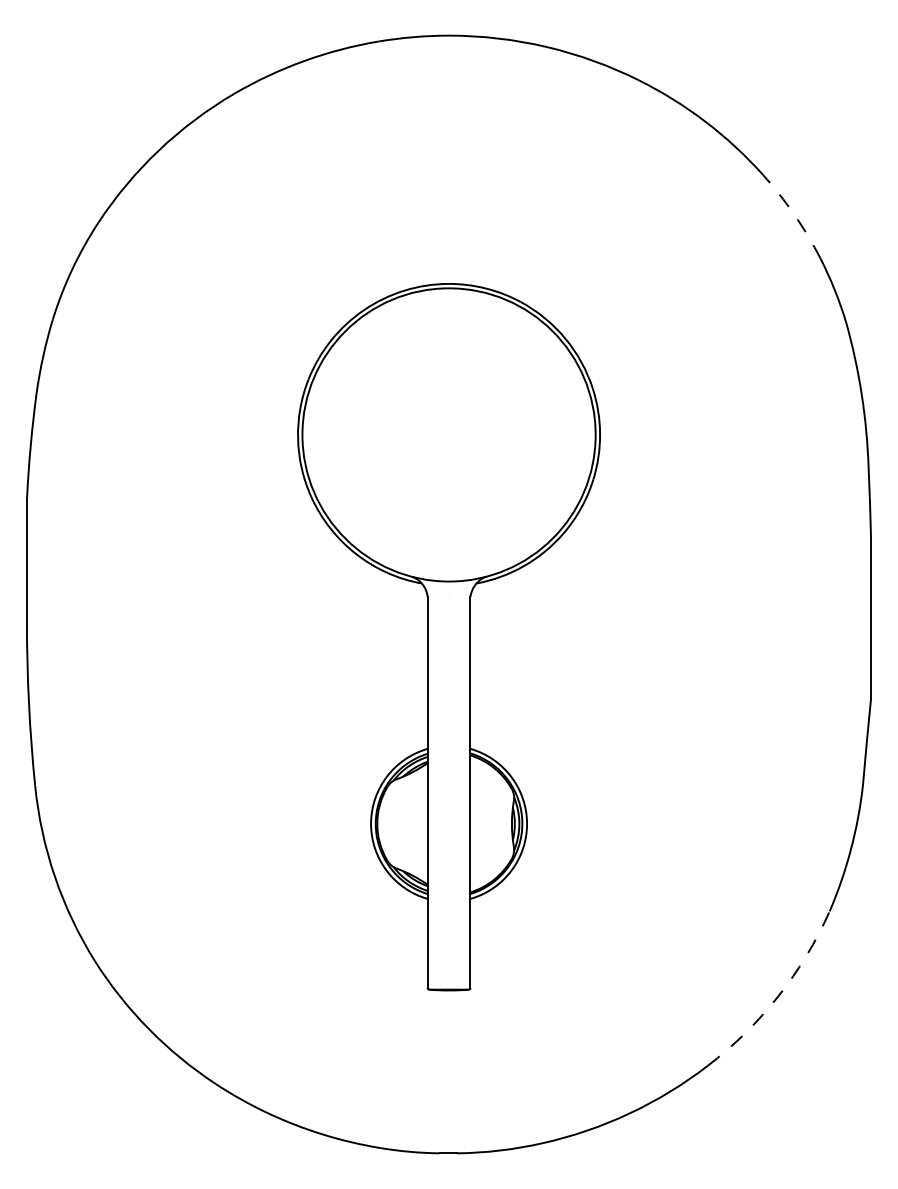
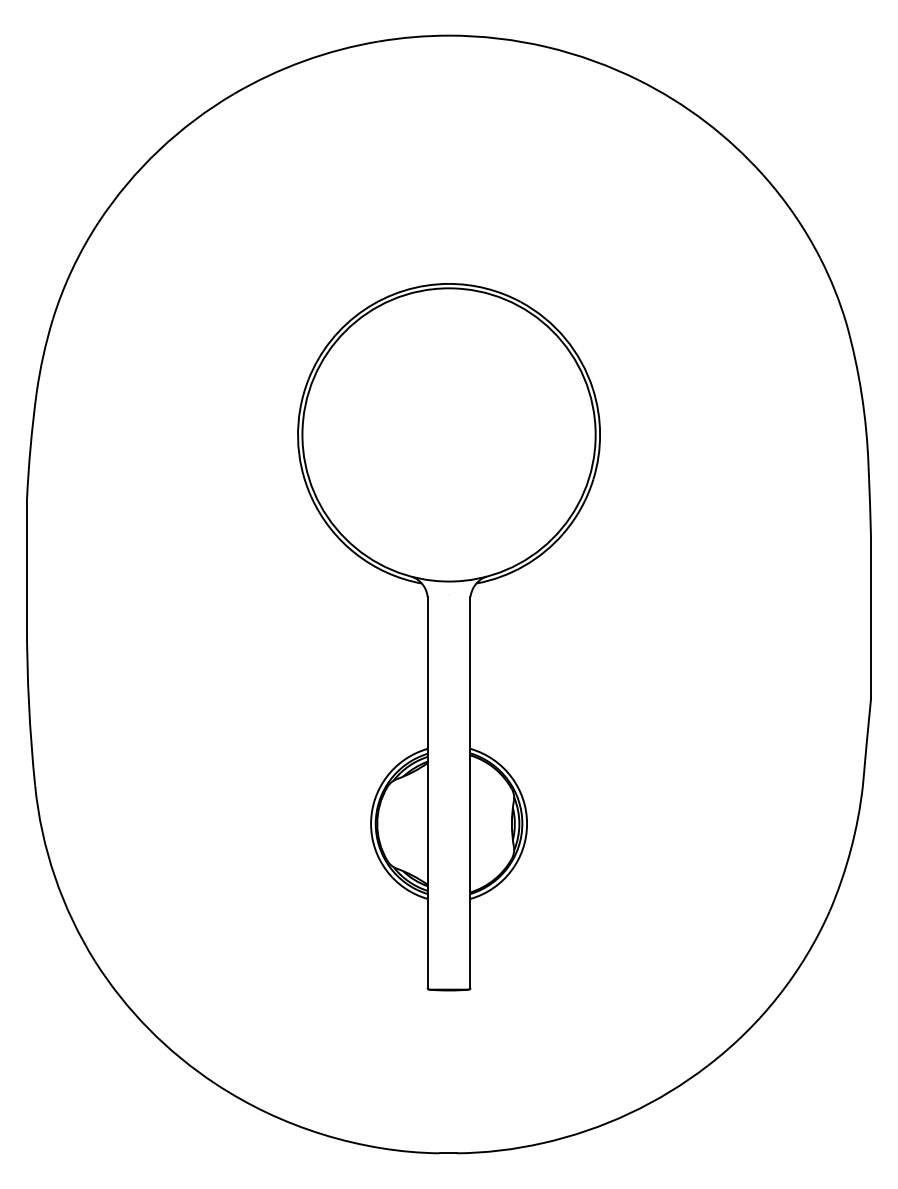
arc at (794, 214): dashed -> solid
arc at (778, 996): dashed -> solid
